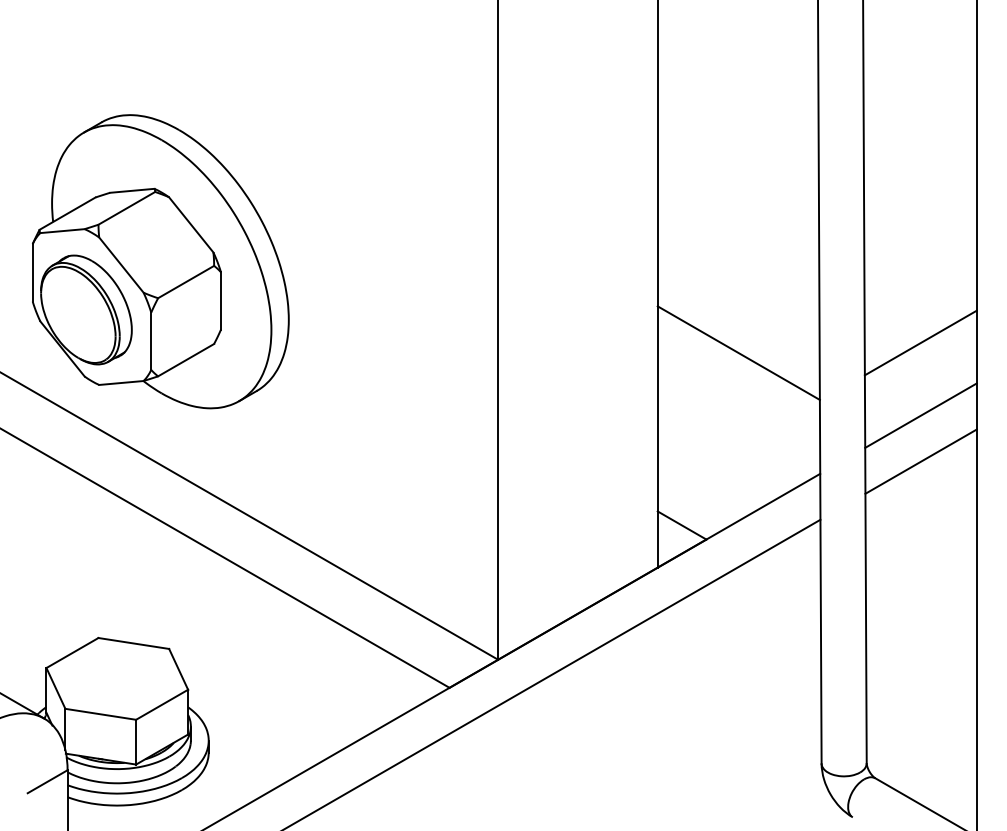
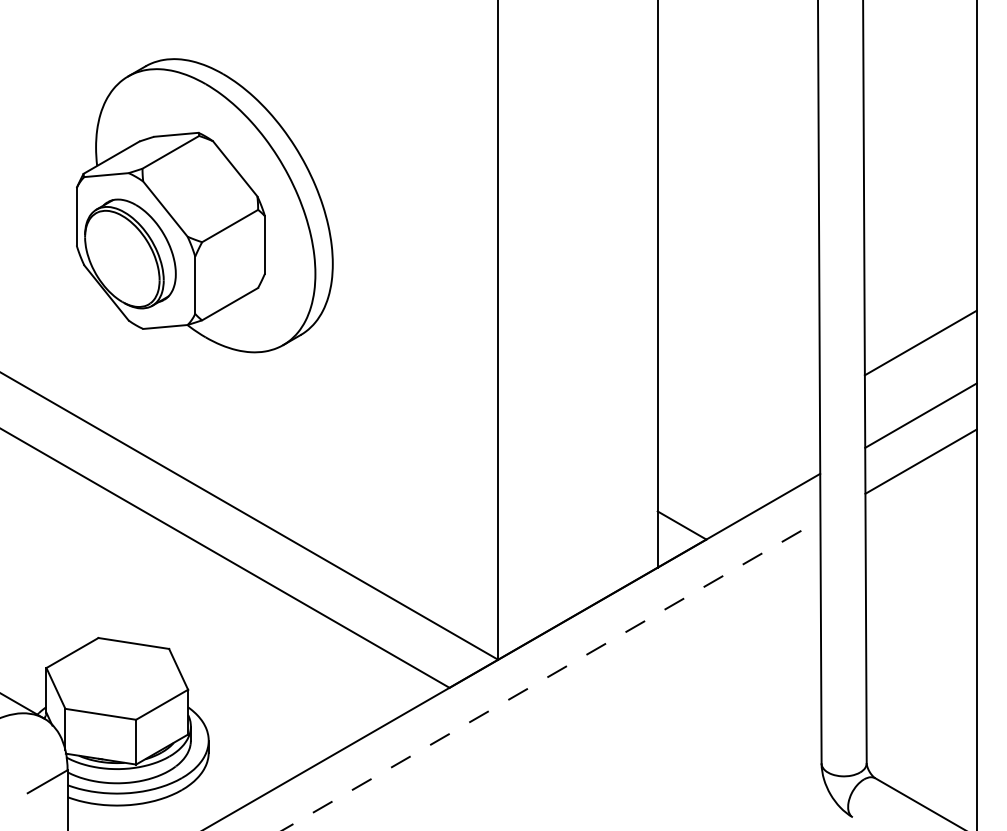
part at (160, 261) position: (160, 261) -> (204, 205)
line at (738, 352): present -> none
line at (551, 675): solid -> dashed
